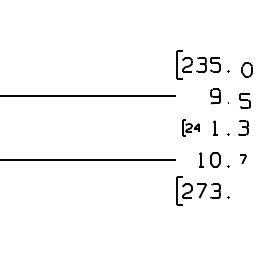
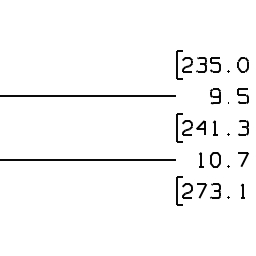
part at (246, 69) position: (246, 69) -> (242, 64)
part at (244, 100) position: (244, 100) -> (242, 95)
part at (190, 127) size: 18x18 px -> 30x30 px
part at (243, 158) size: 7x10 px -> 11x15 px
part at (242, 190): none -> present
